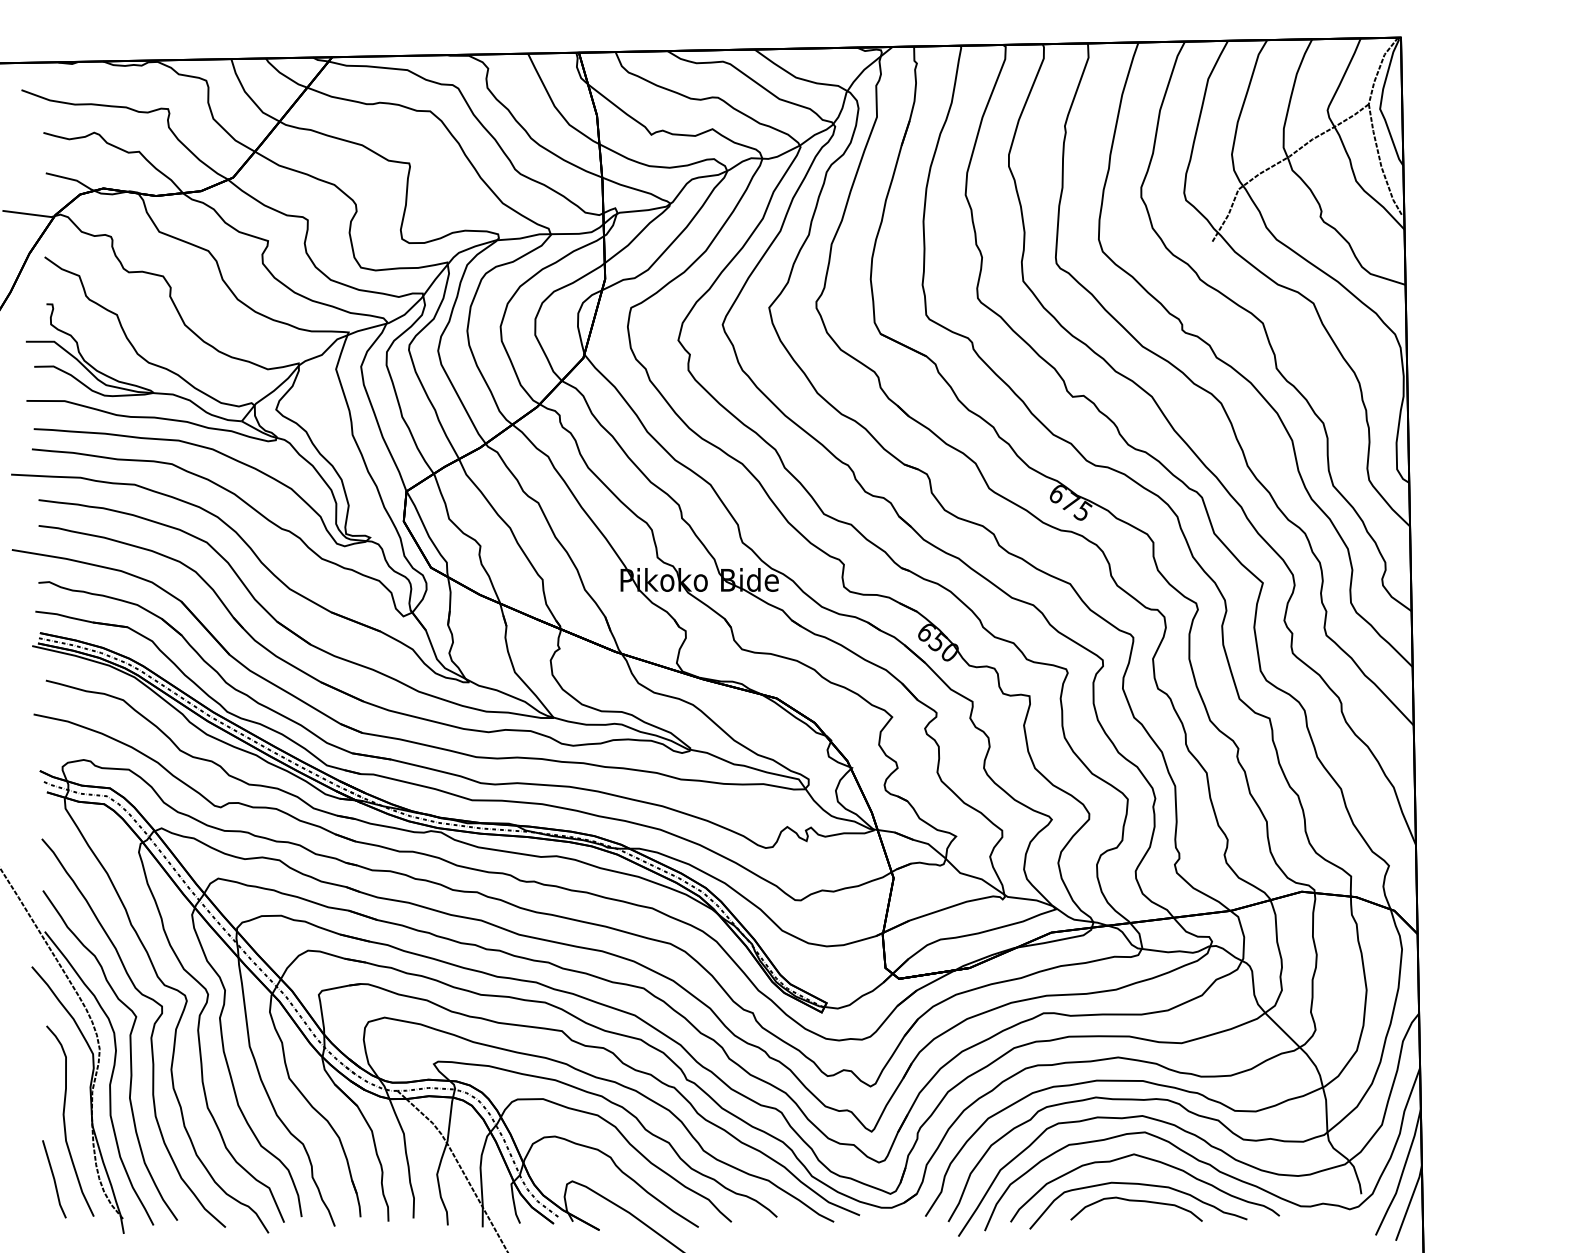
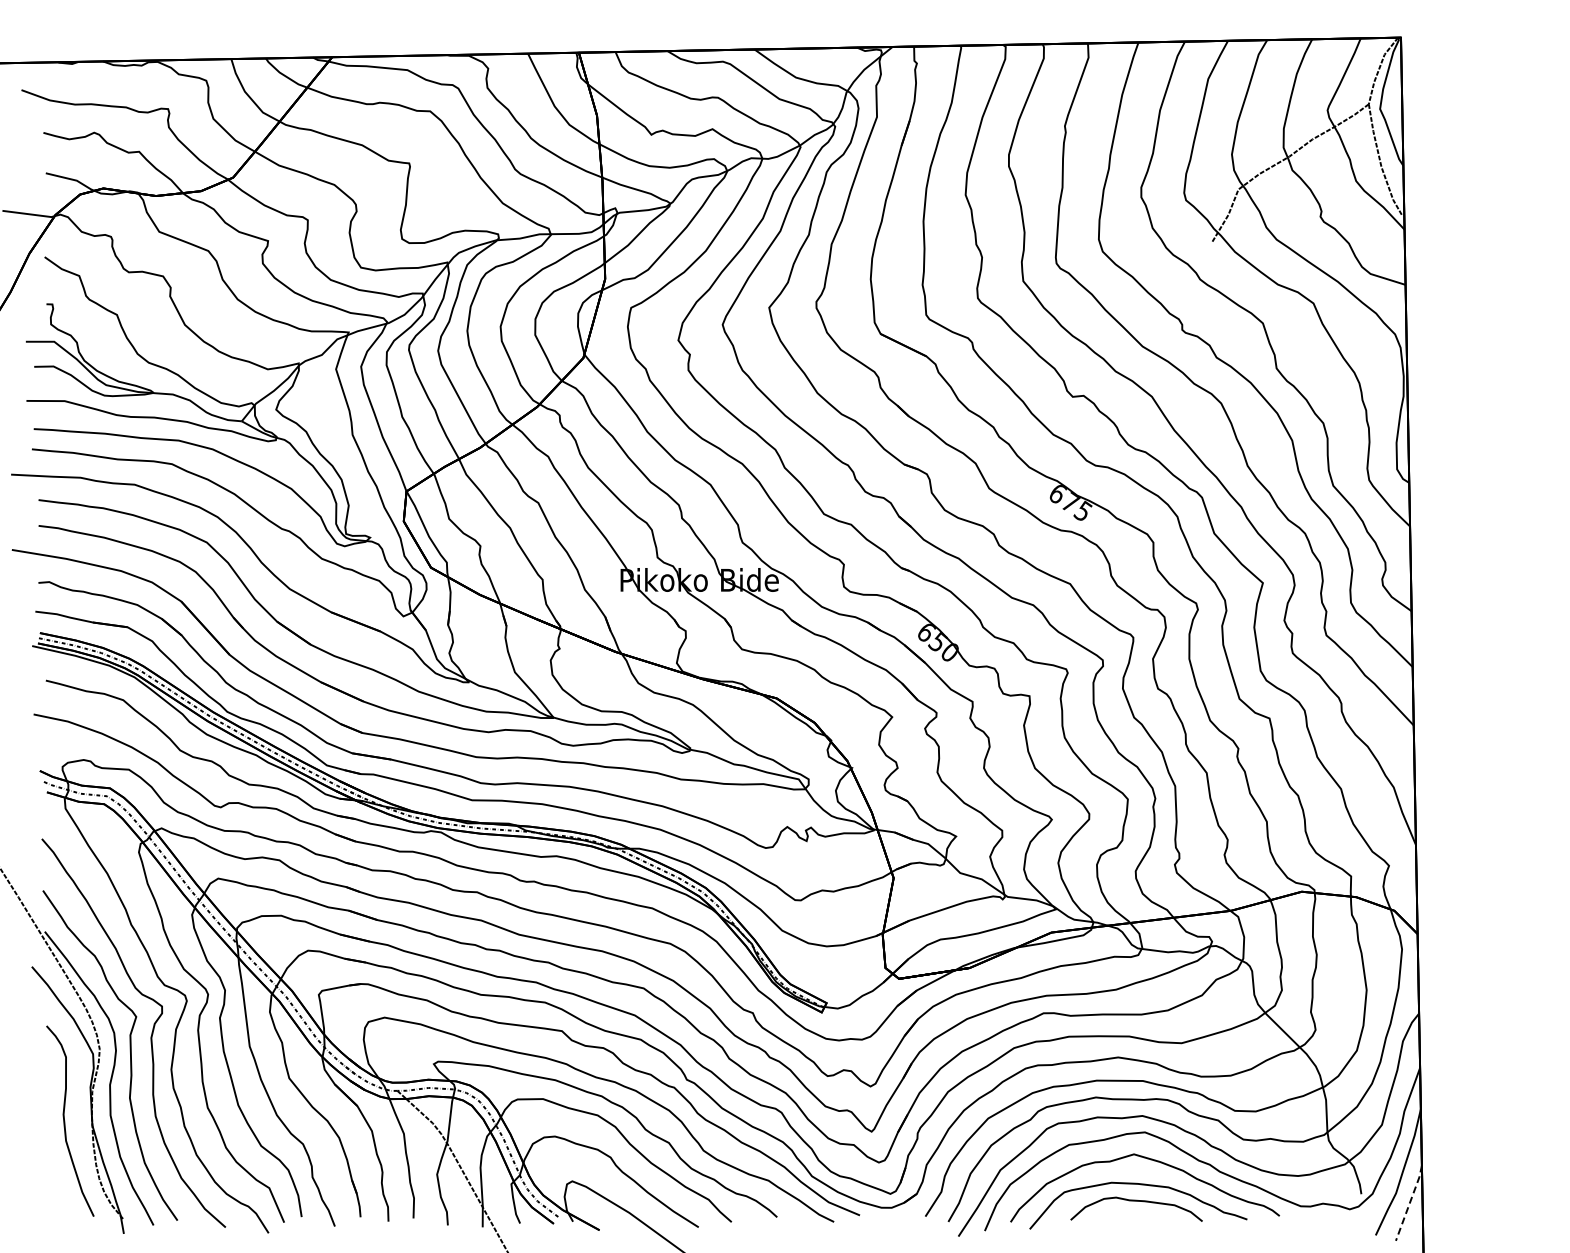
line at (54, 1179): present -> none
line at (1409, 1202): solid -> dashed
